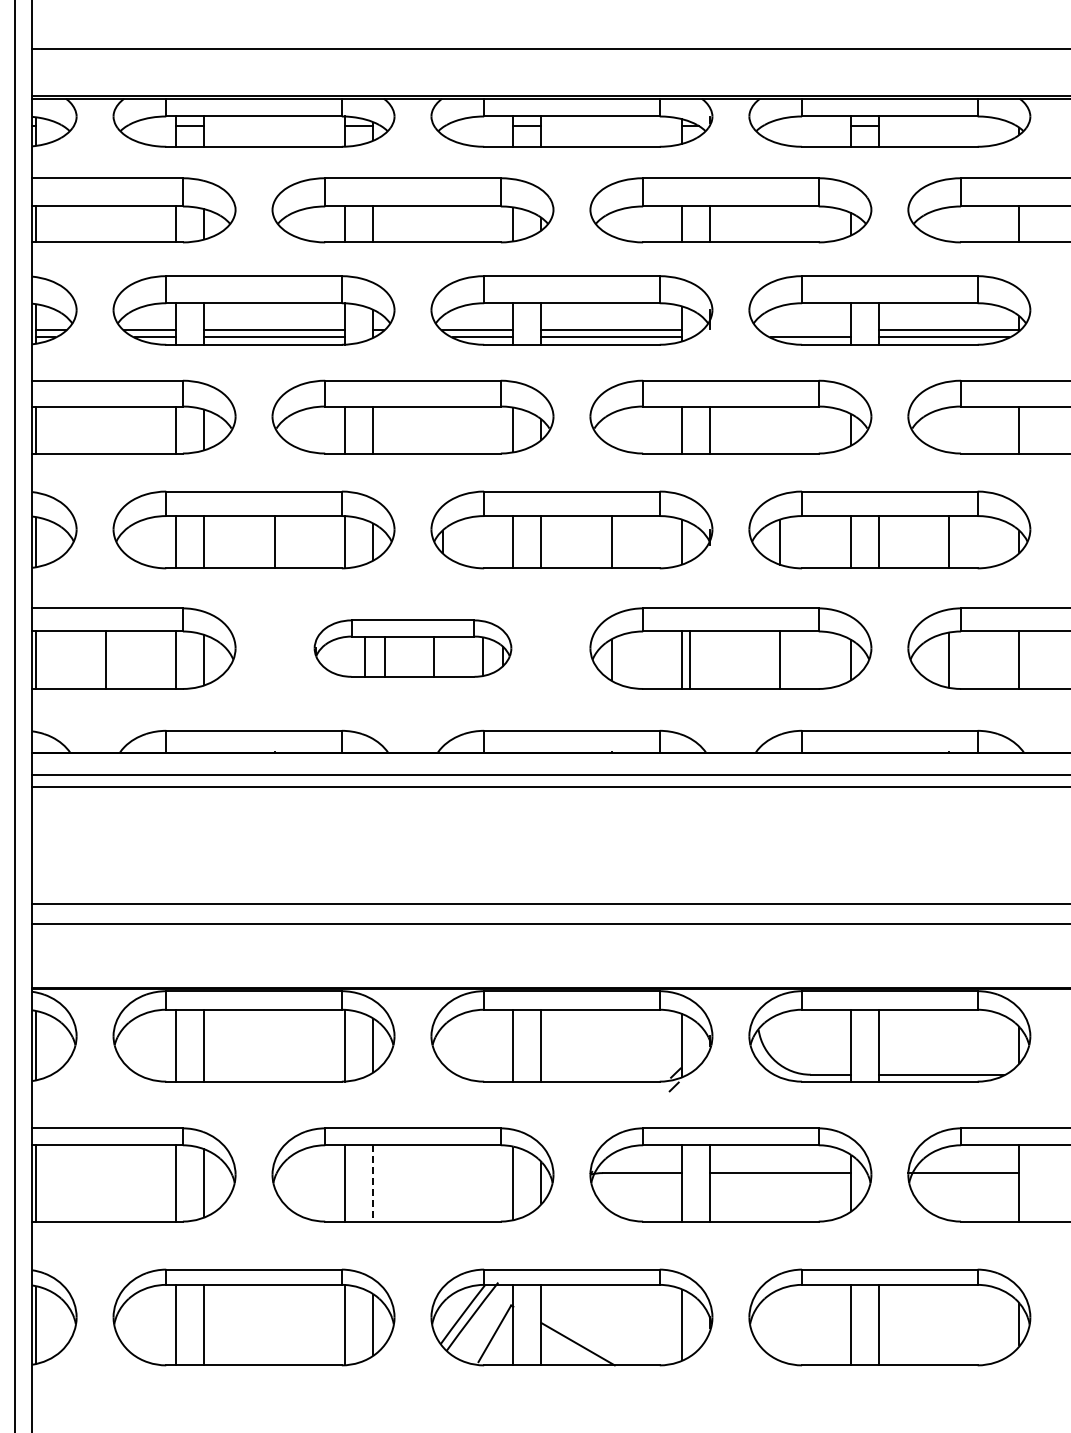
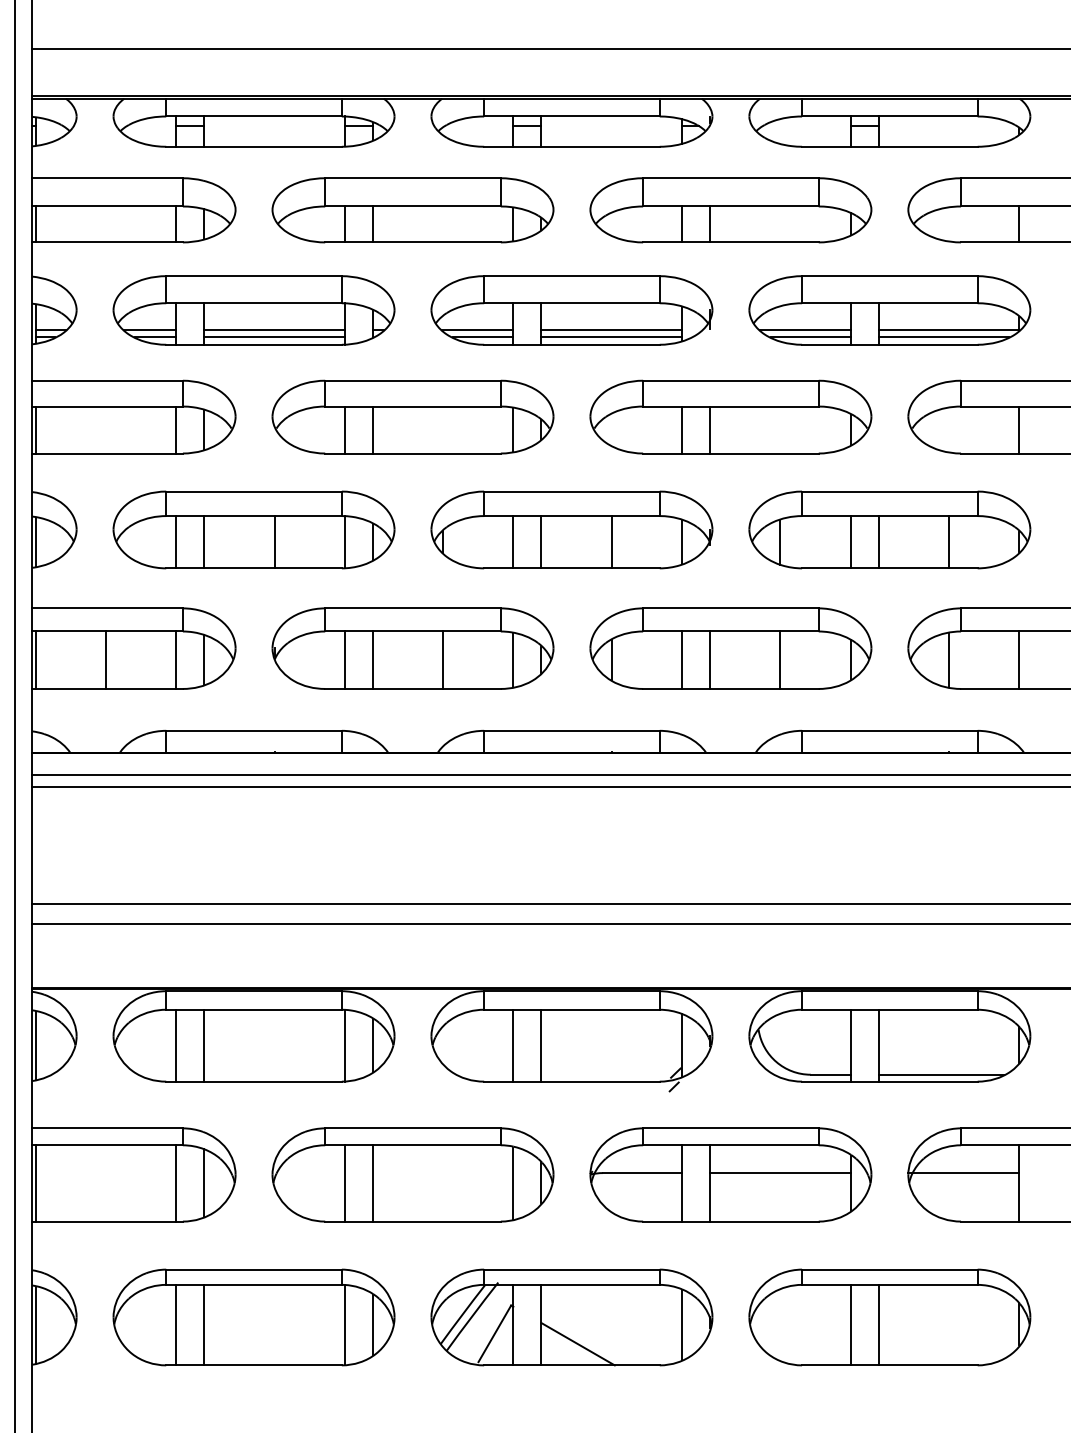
line at (805, 330): none -> present
part at (412, 648) size: 200x59 px -> 284x83 px
line at (690, 659) position: (690, 659) -> (710, 659)
line at (372, 1183): dashed -> solid
